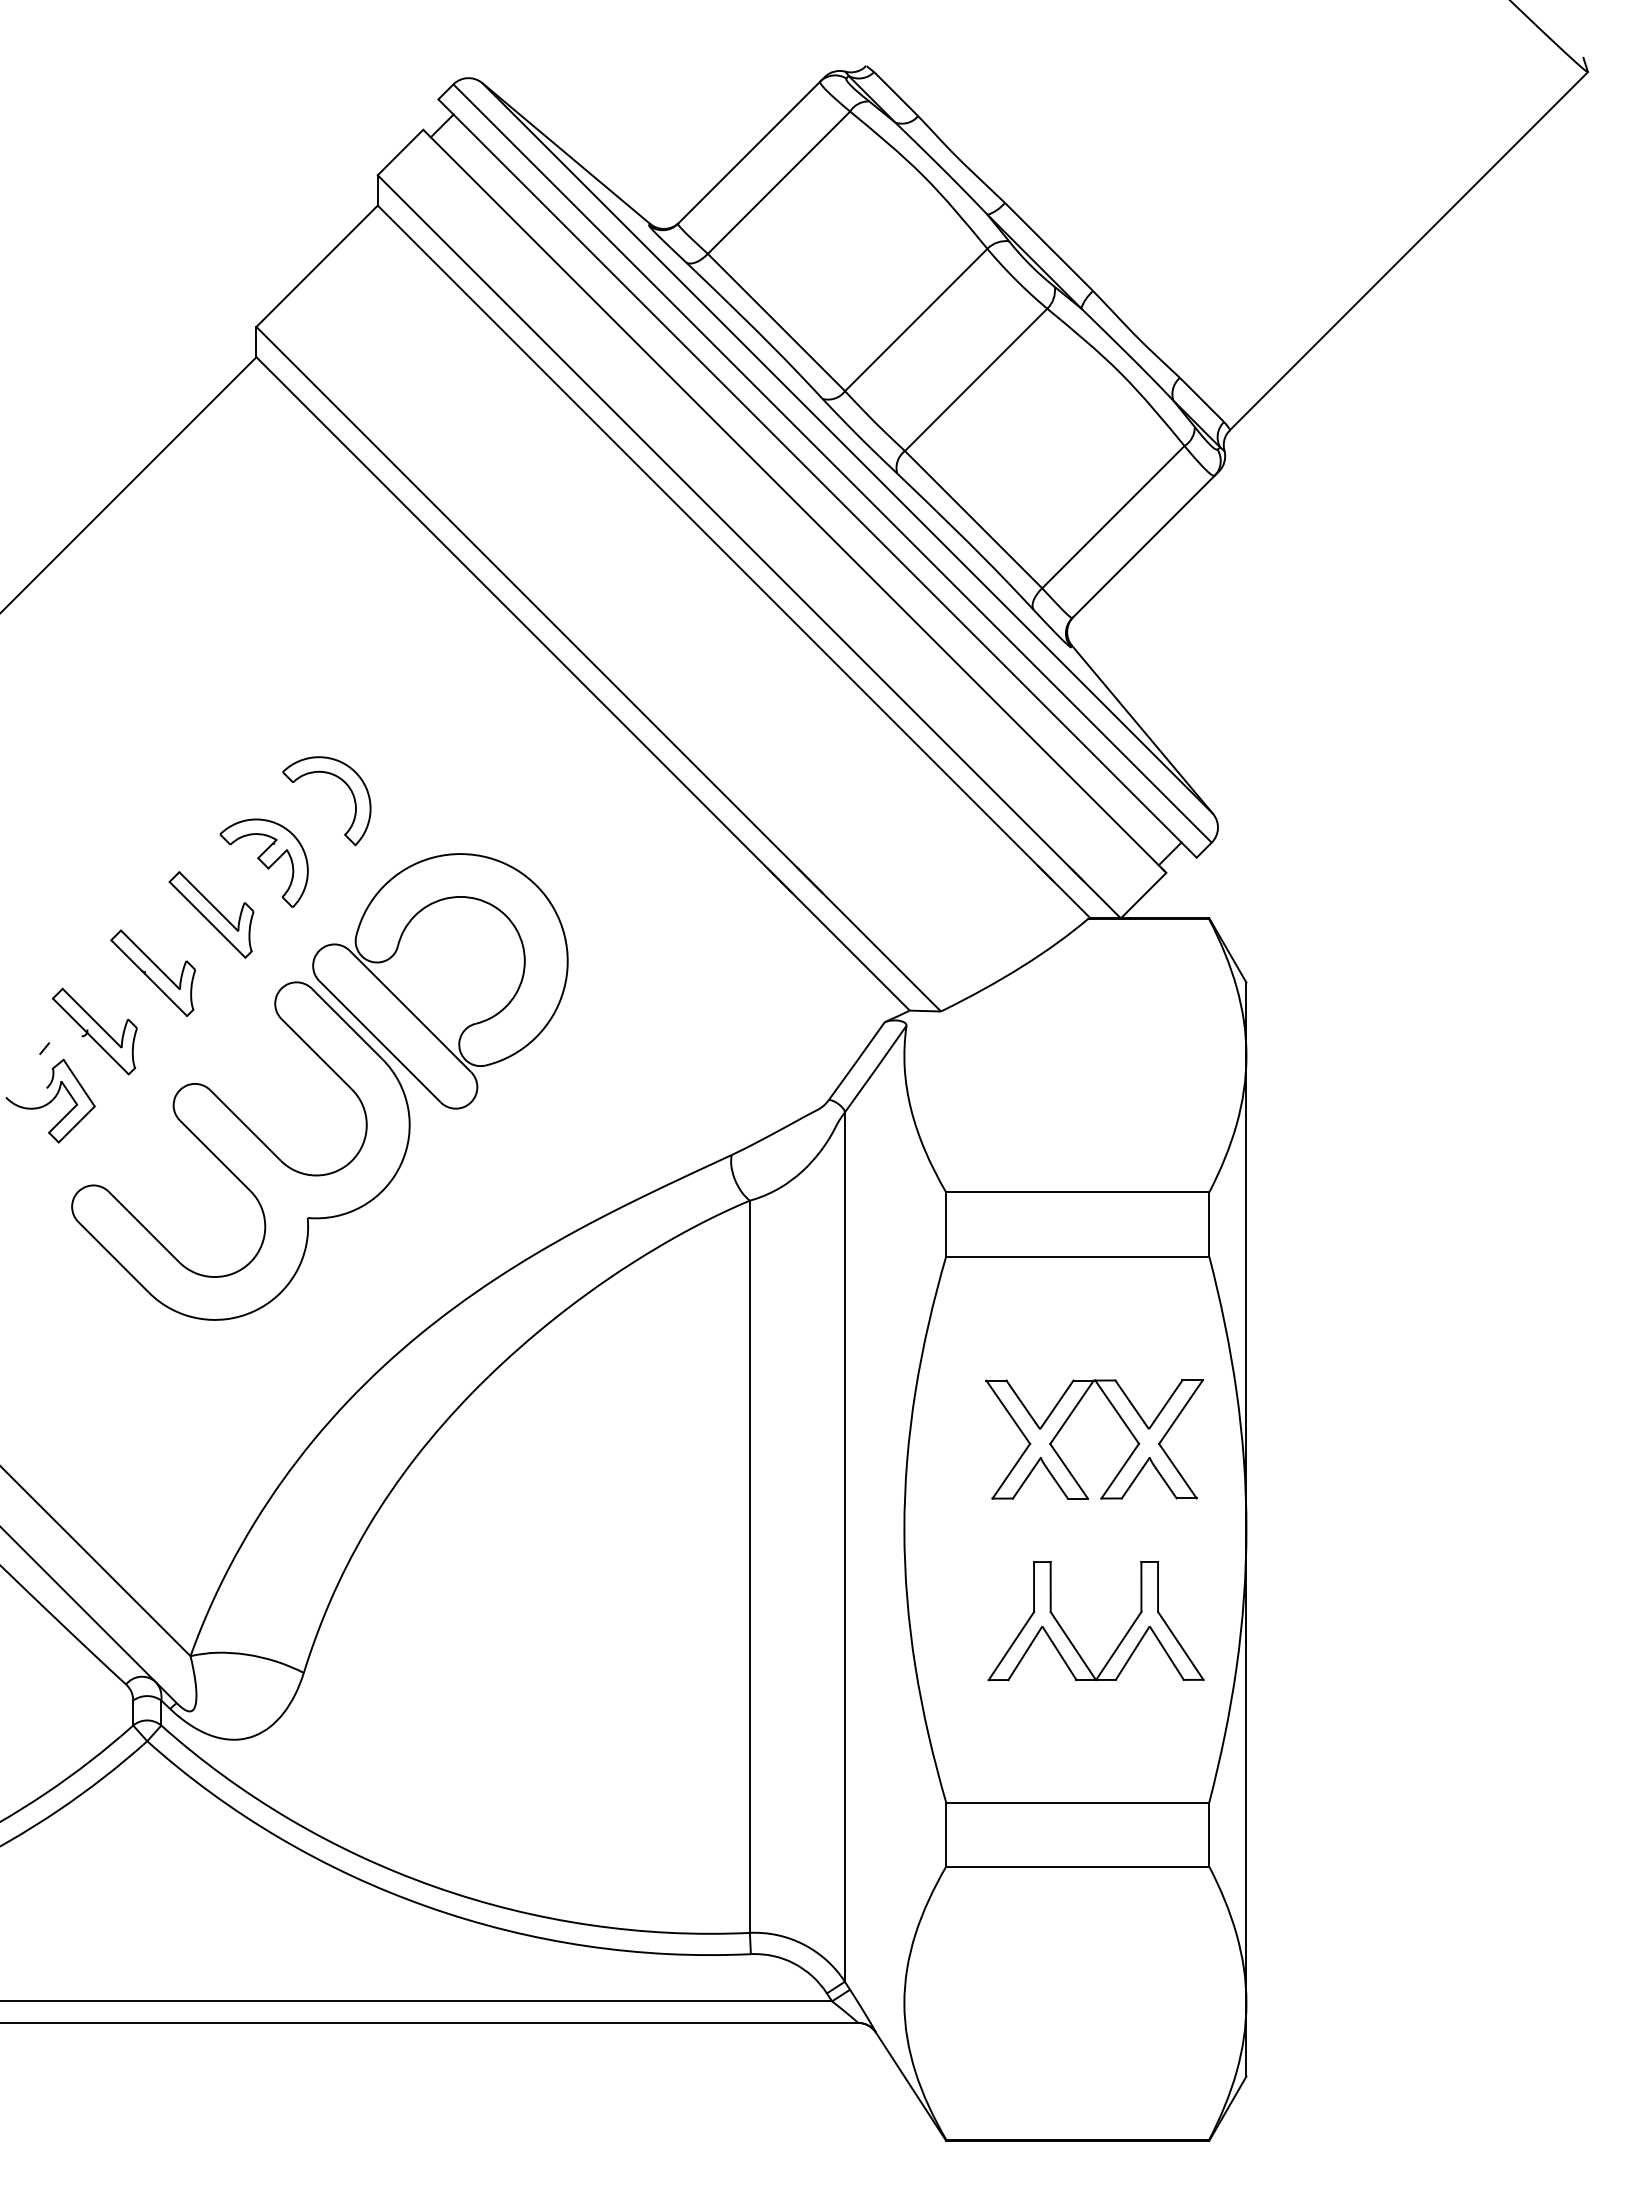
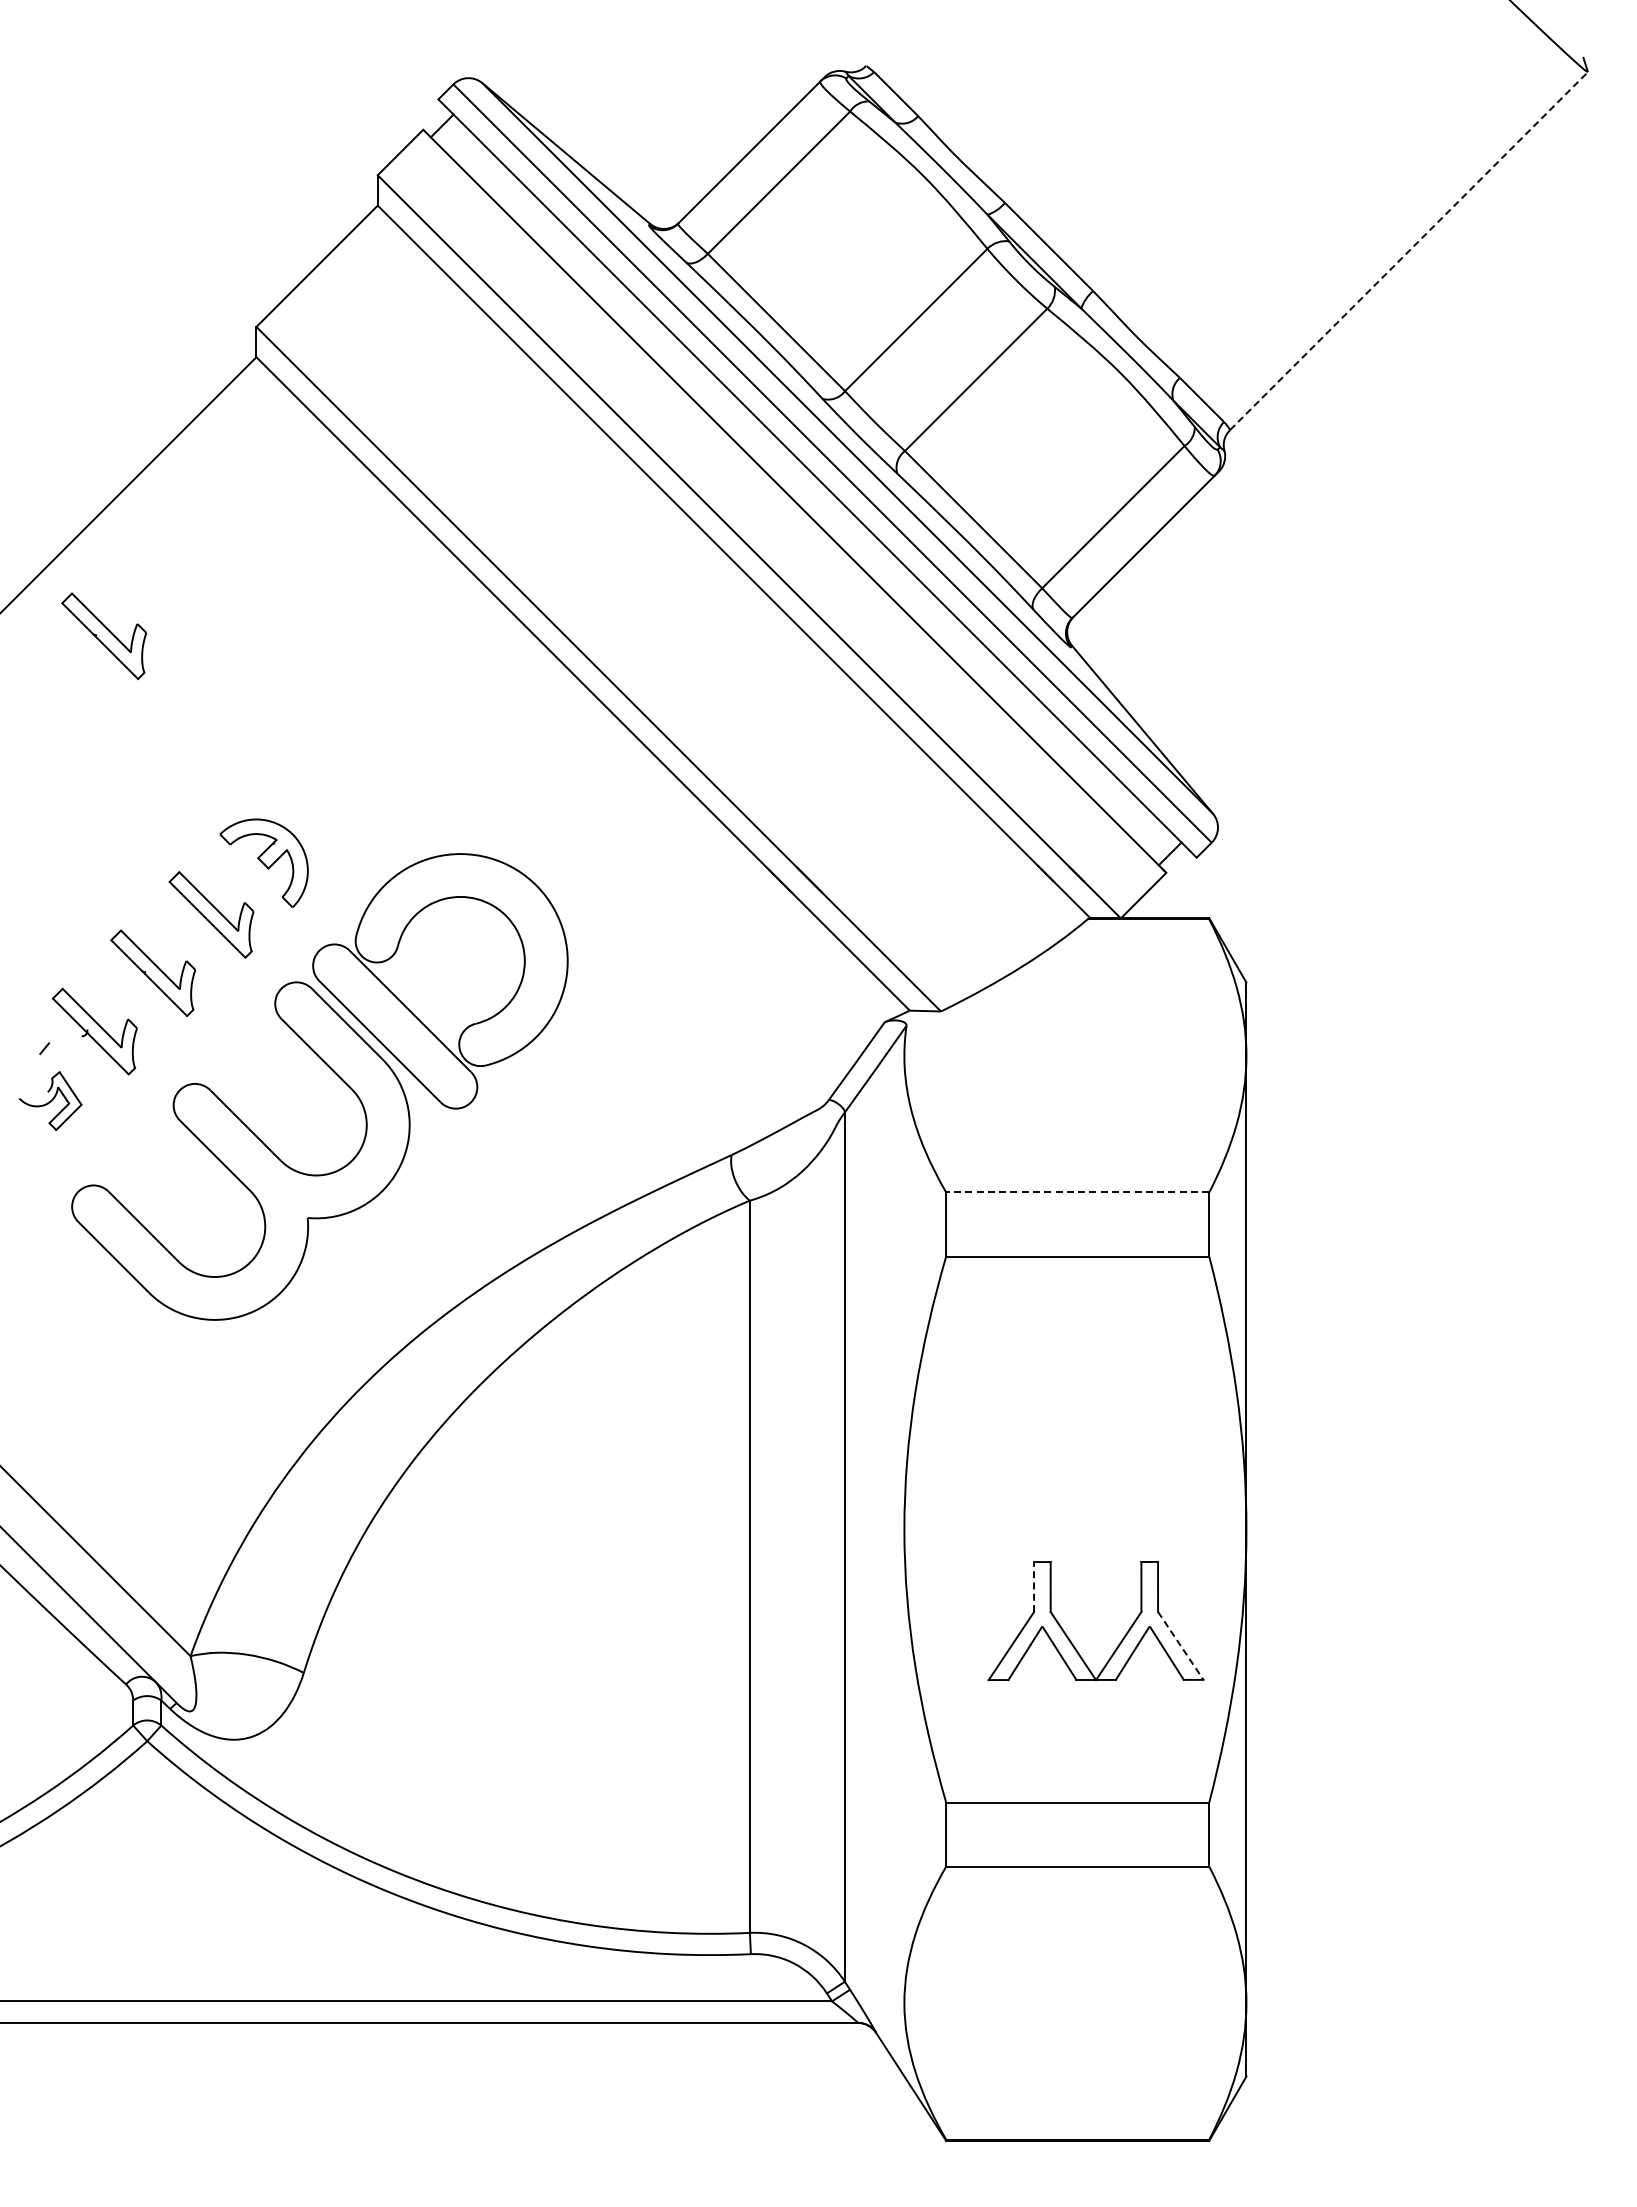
line at (1409, 250): solid -> dashed
part at (104, 636): none -> present
part at (344, 783): present -> none
part at (50, 1100) size: 91x86 px -> 64x61 px
line at (1077, 1192): solid -> dashed
part at (1066, 1422): present -> none
line at (1034, 1587): solid -> dashed
line at (1180, 1645): solid -> dashed
